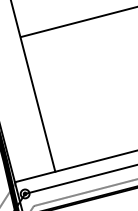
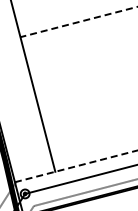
line at (78, 22): solid -> dashed
line at (76, 166): solid -> dashed
